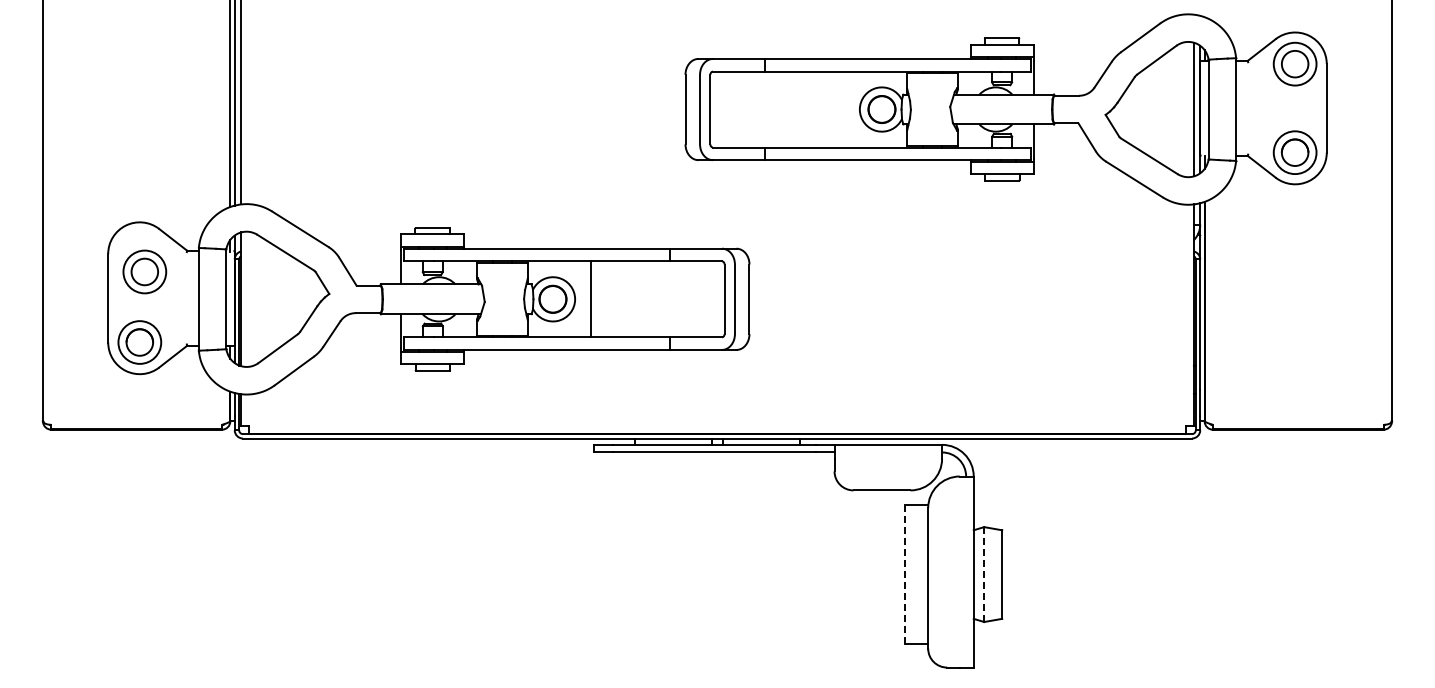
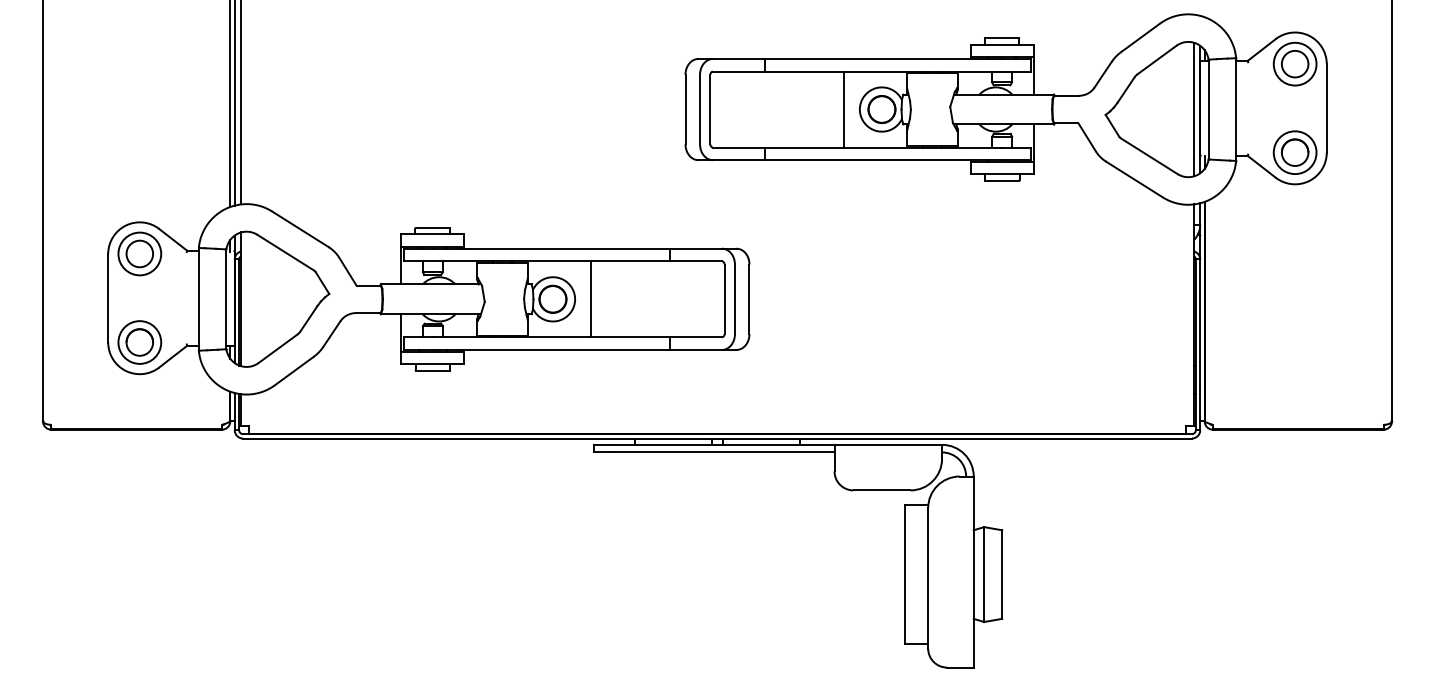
line at (844, 109): none -> present
part at (144, 271) position: (144, 271) -> (139, 253)
line at (905, 574): dashed -> solid
line at (984, 575): dashed -> solid
